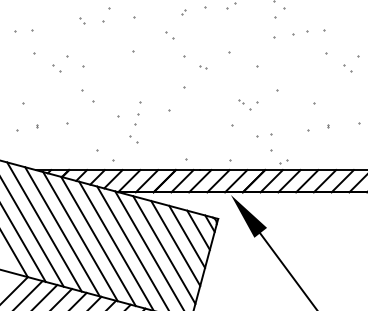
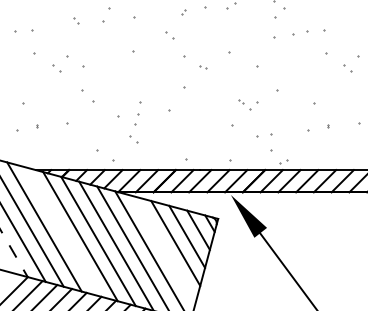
part at (82, 20) position: (82, 20) -> (76, 20)
line at (62, 231): present -> none
line at (164, 249): present -> none
line at (14, 253): solid -> dashed
